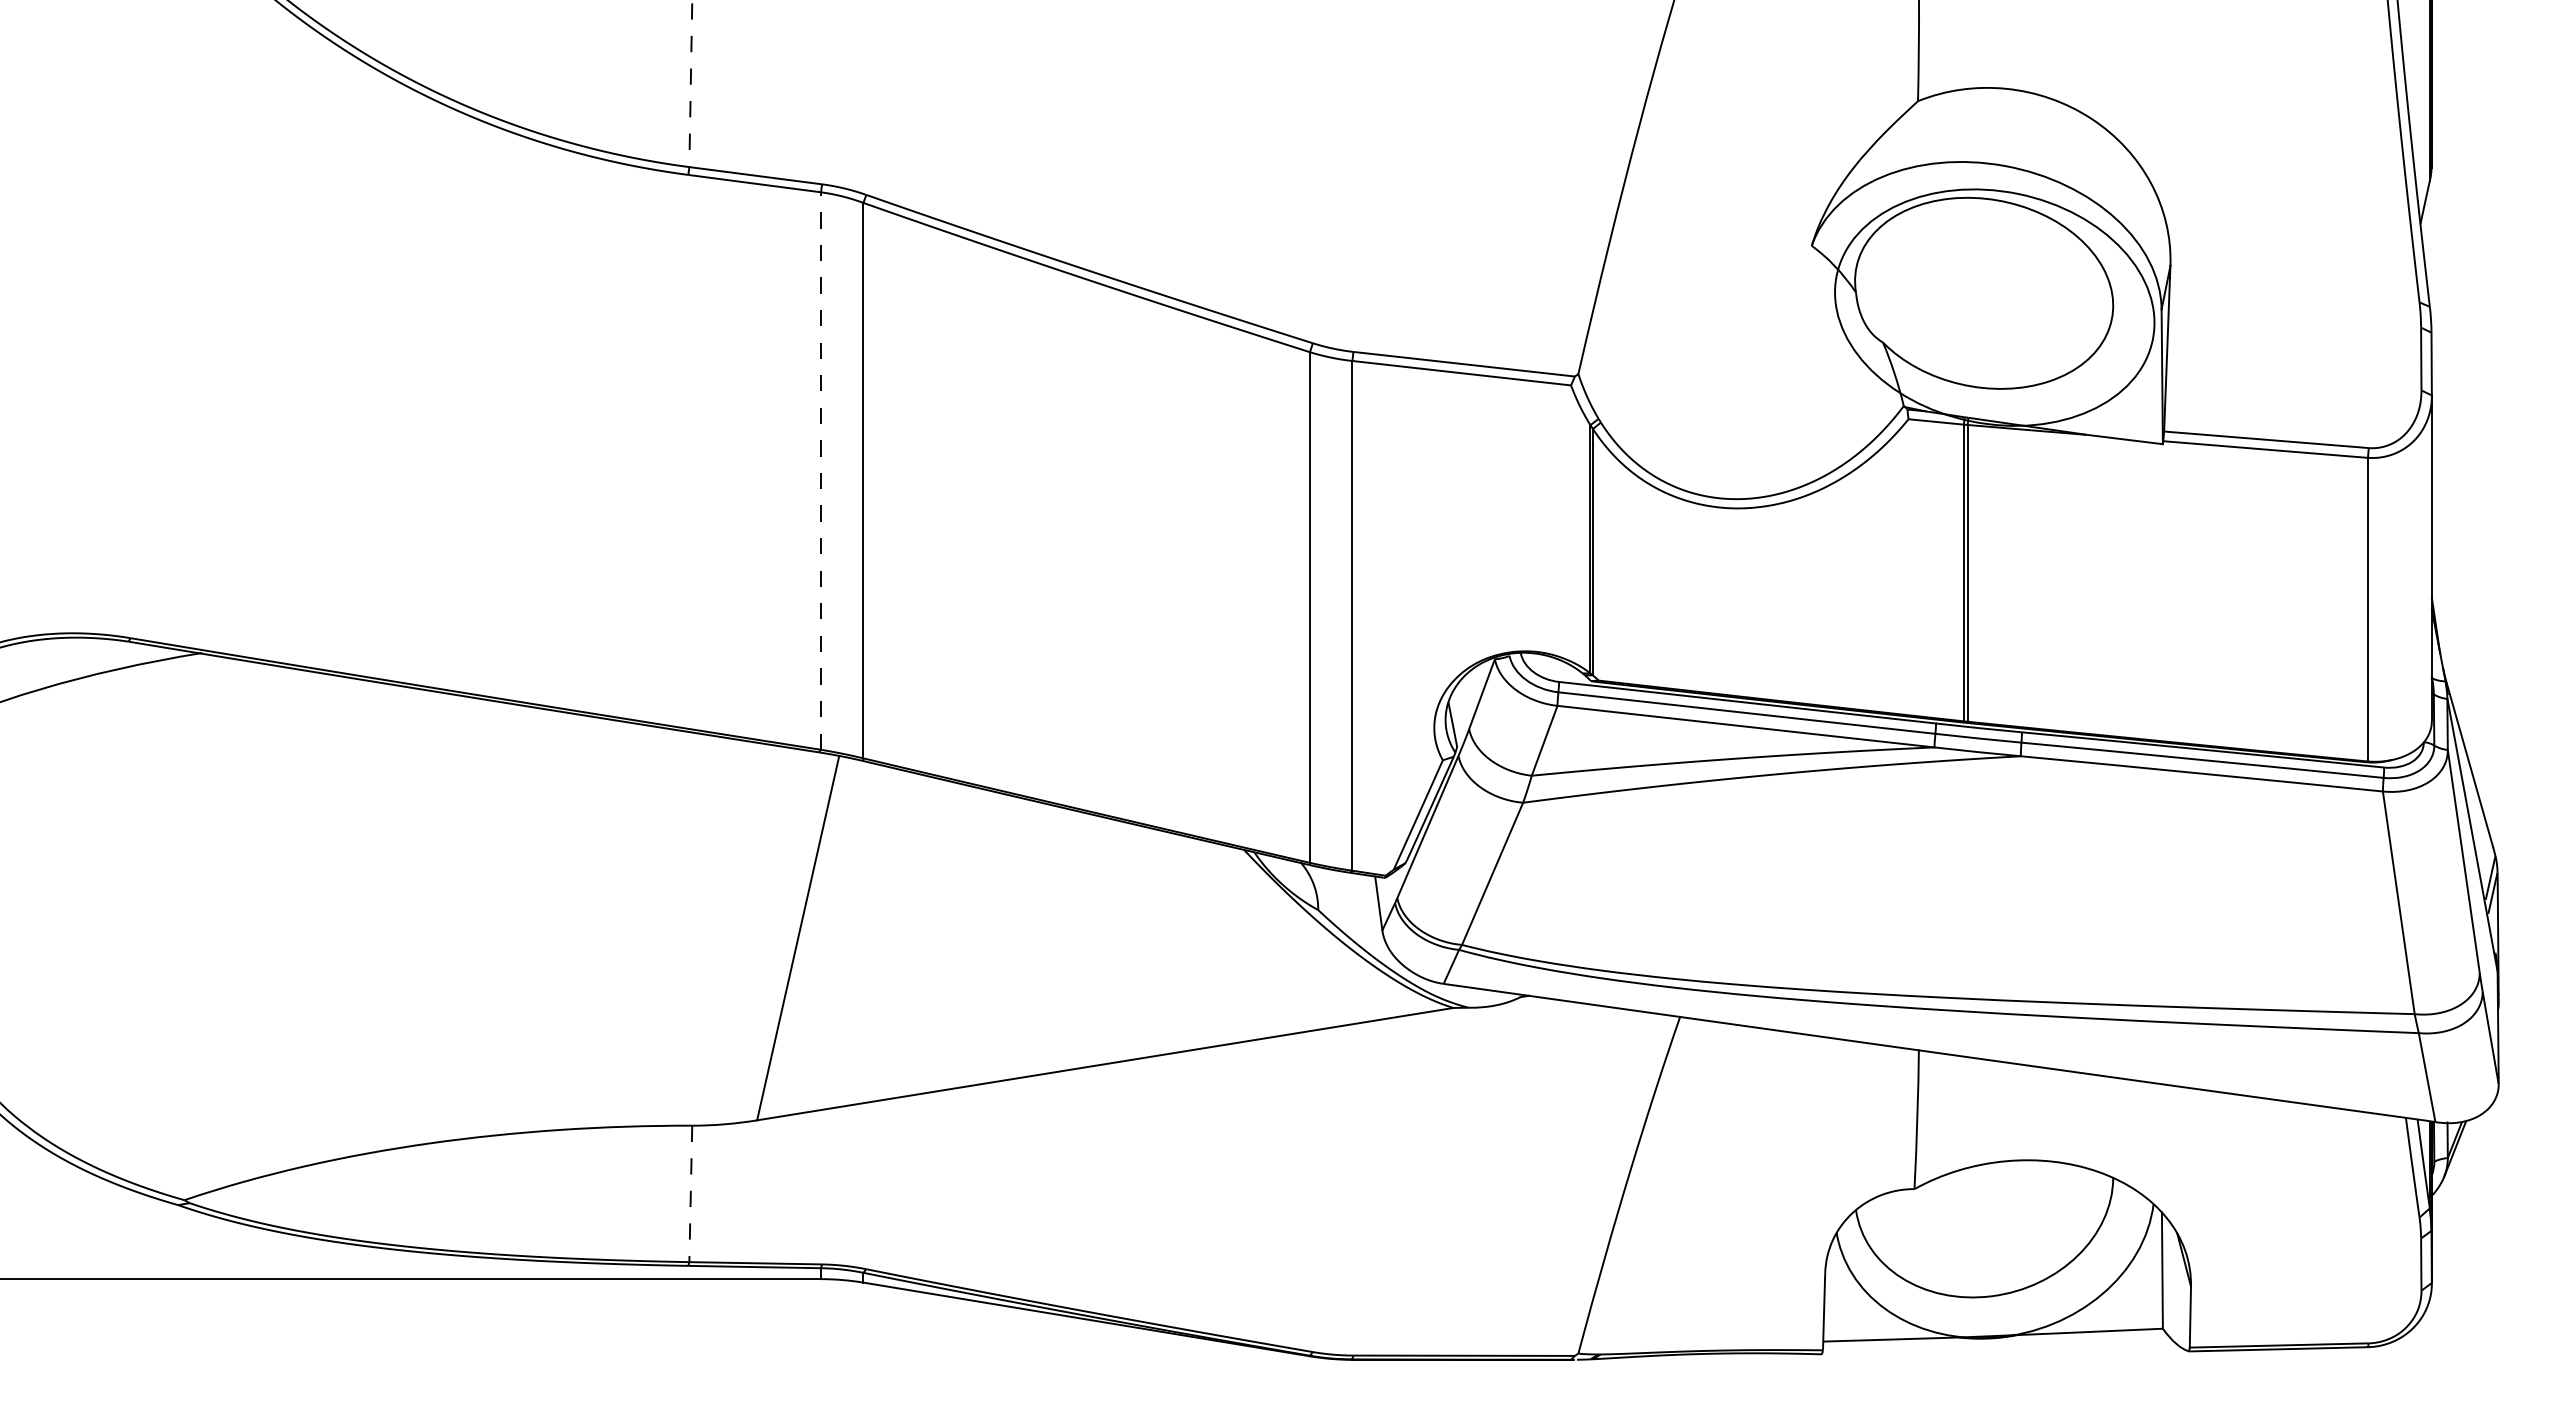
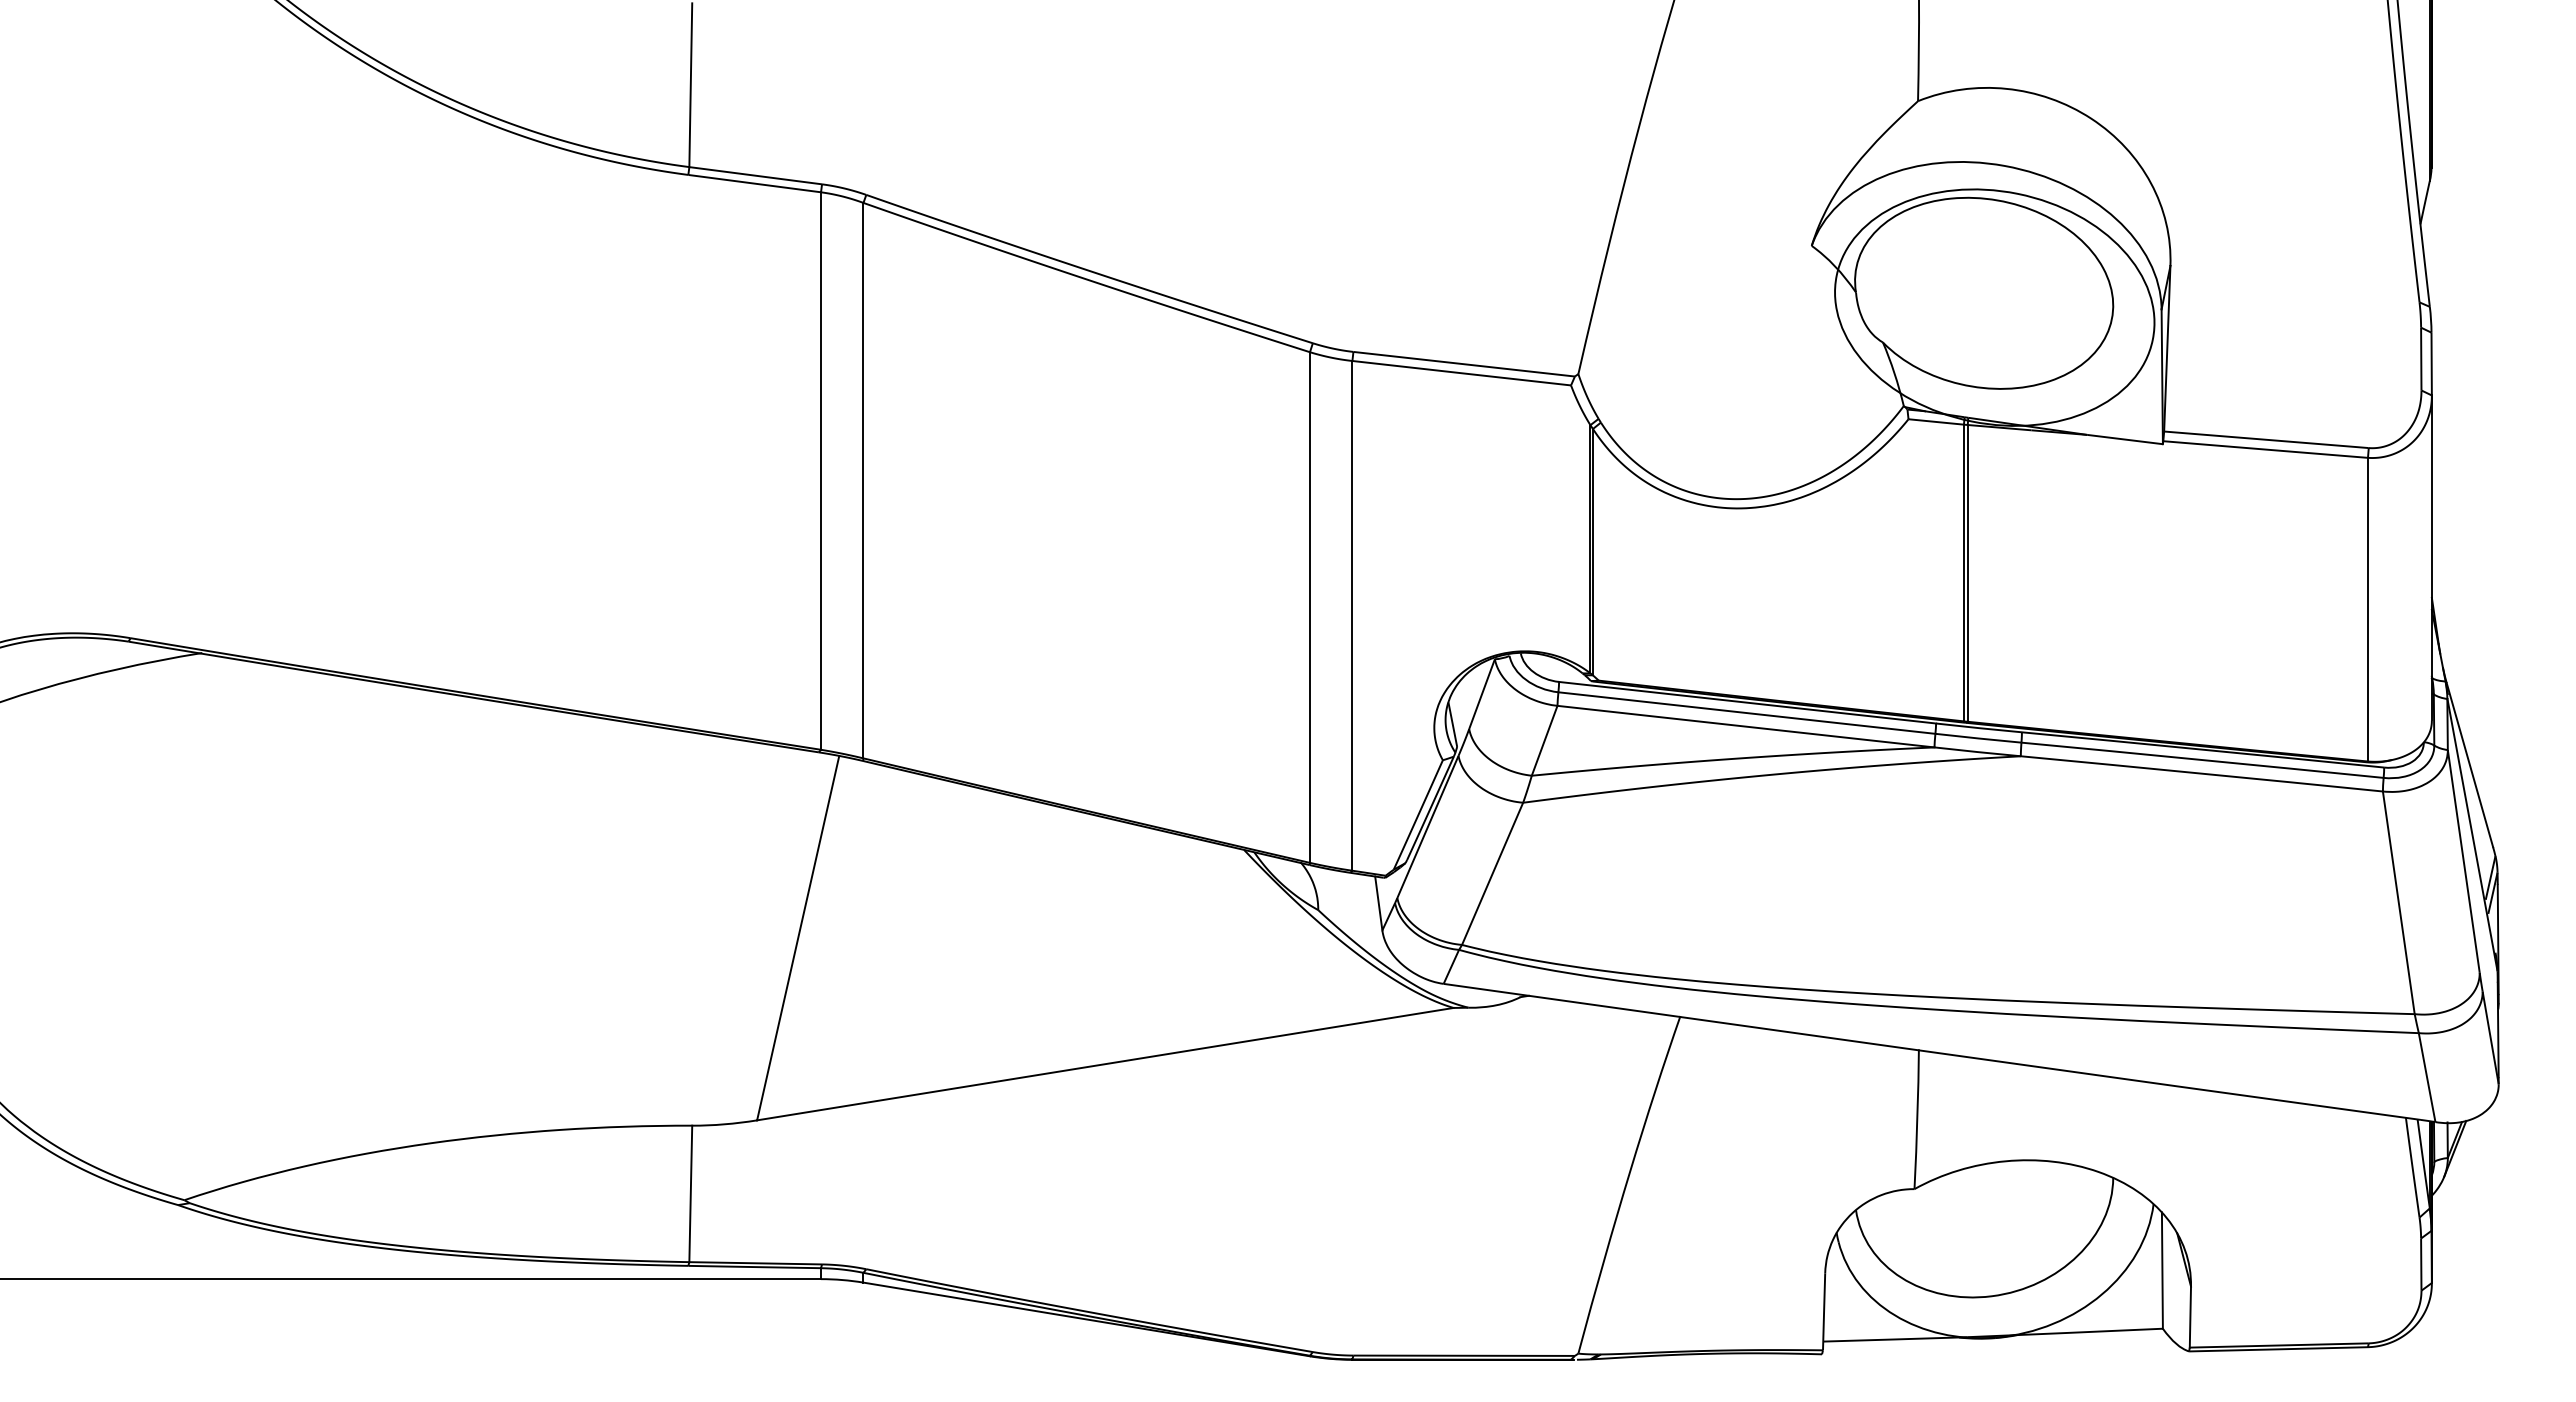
line at (690, 85): dashed -> solid
line at (821, 471): dashed -> solid
line at (690, 1194): dashed -> solid
